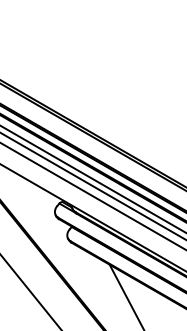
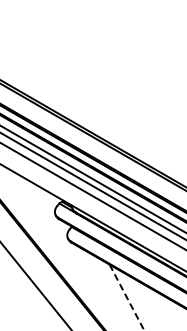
line at (30, 291) position: (30, 291) -> (35, 285)
line at (127, 298): solid -> dashed
